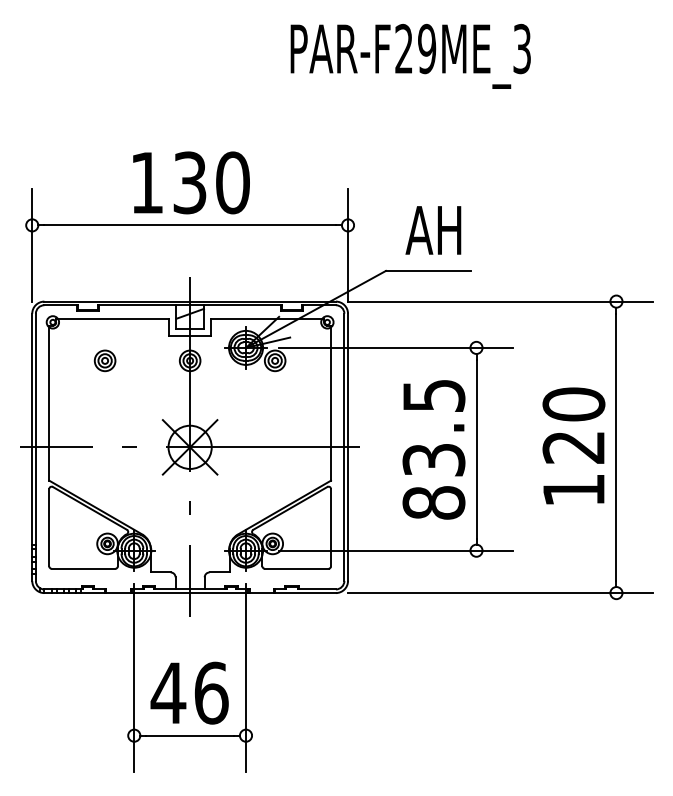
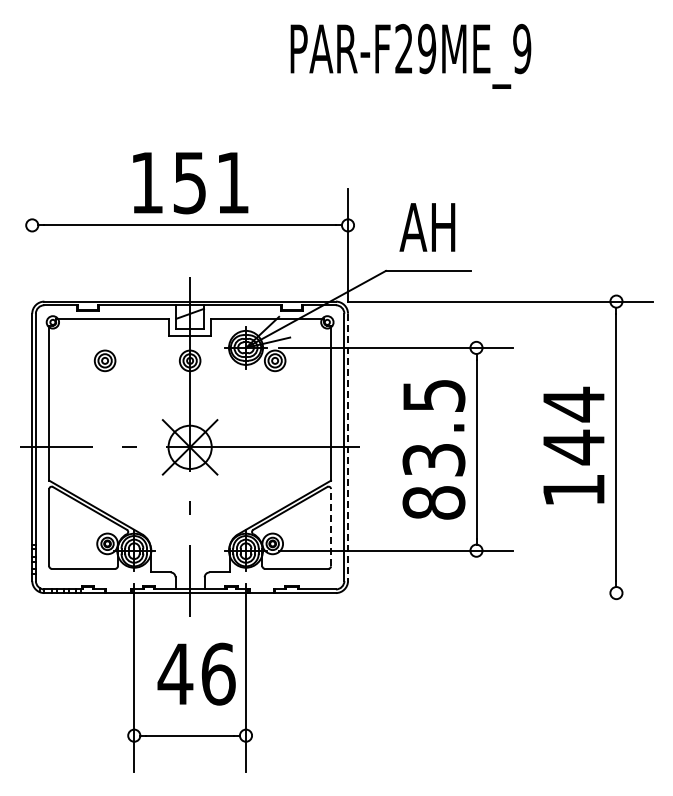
text at (522, 48): PAR-F29ME_3 -> PAR-F29ME_9
text at (211, 182): 130 -> 151
text at (433, 230) position: (433, 230) -> (427, 227)
line at (32, 244): present -> none
text at (573, 425): 120 -> 144
line at (348, 447): solid -> dashed
line at (331, 527): solid -> dashed
line at (500, 593): present -> none
text at (189, 692) position: (189, 692) -> (196, 673)
